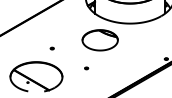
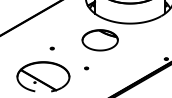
part at (36, 76) position: (36, 76) -> (43, 76)
